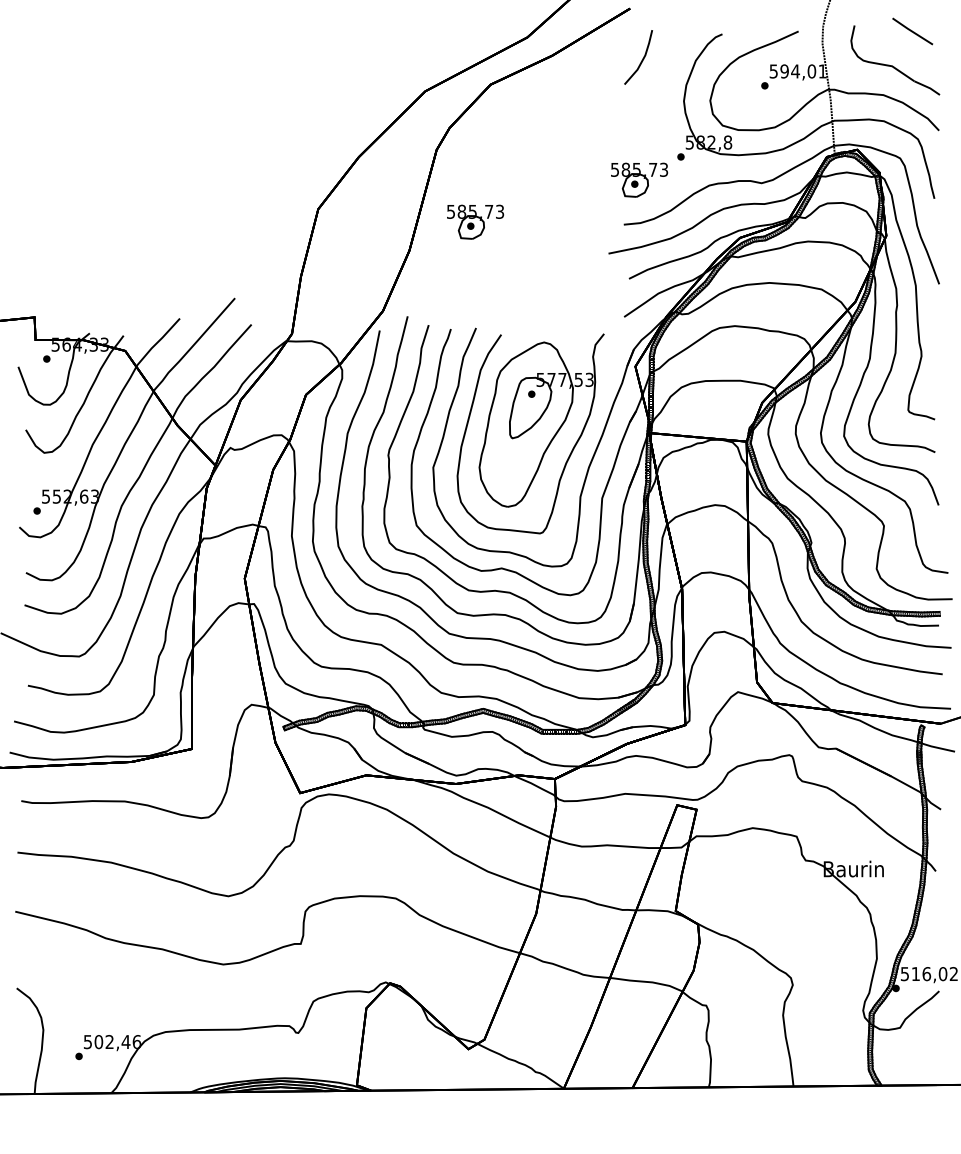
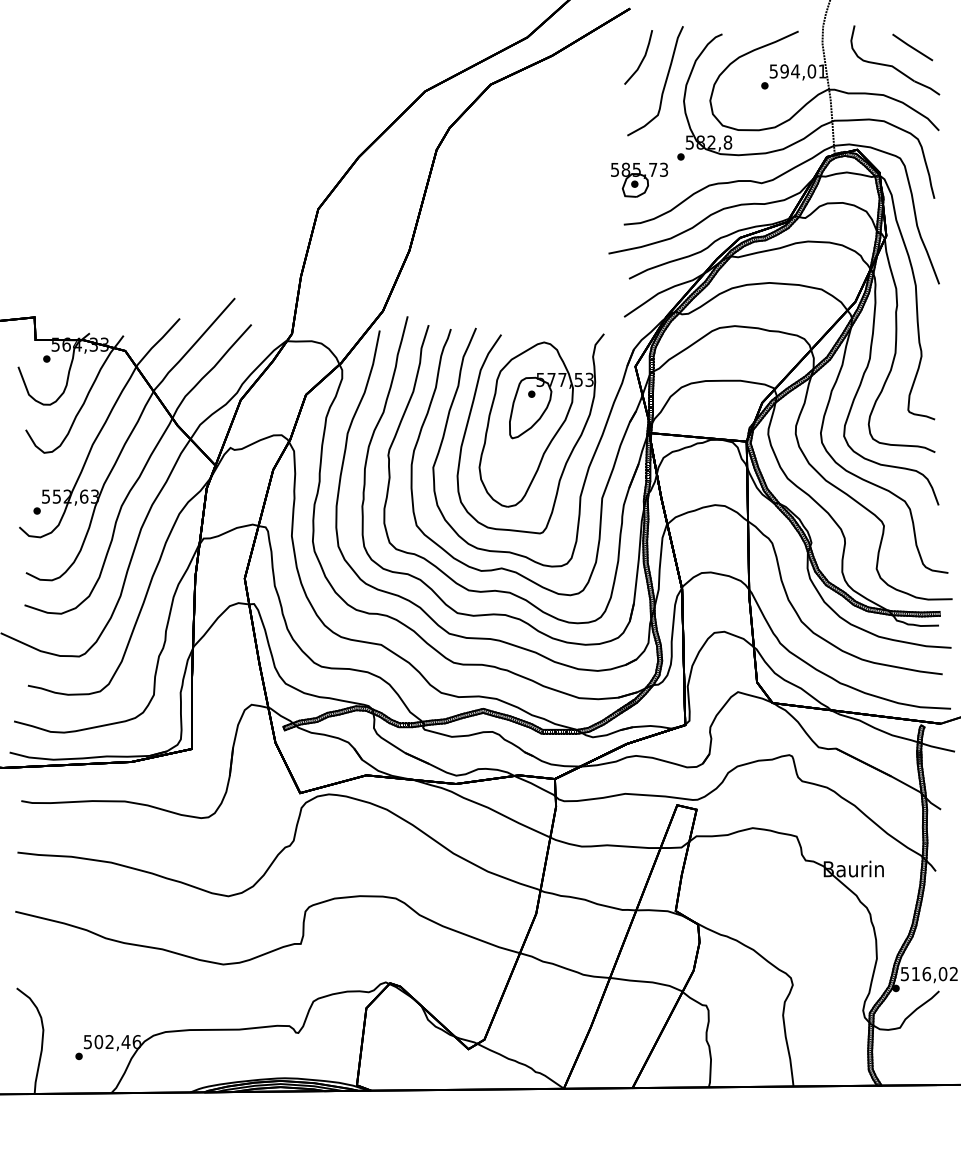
line at (912, 31) position: (912, 31) -> (912, 47)
curve at (664, 82): none -> present
part at (475, 221): present -> none
